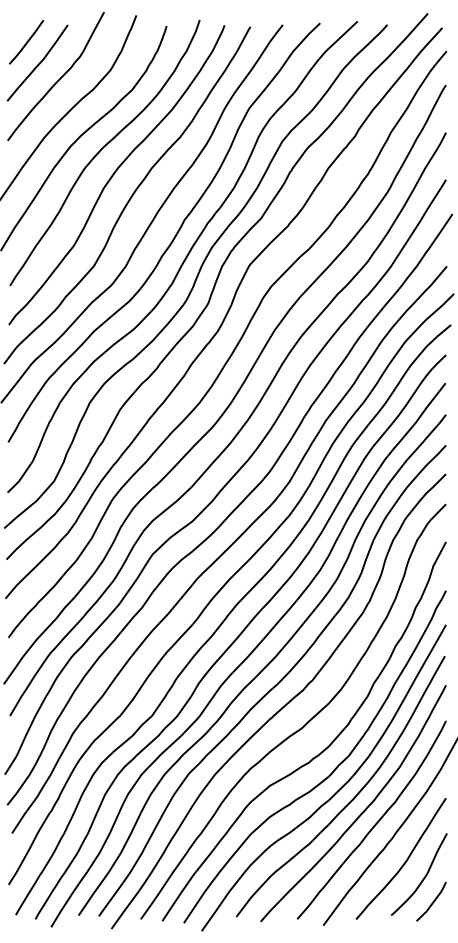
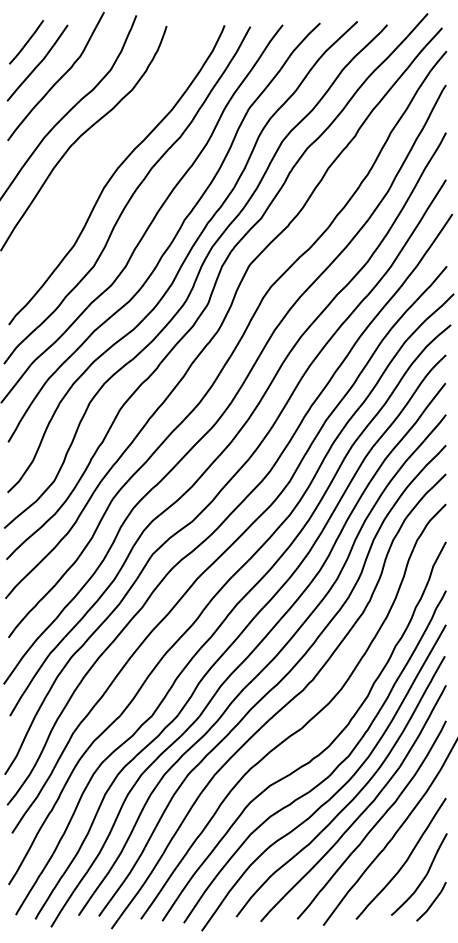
curve at (102, 149): present -> none
